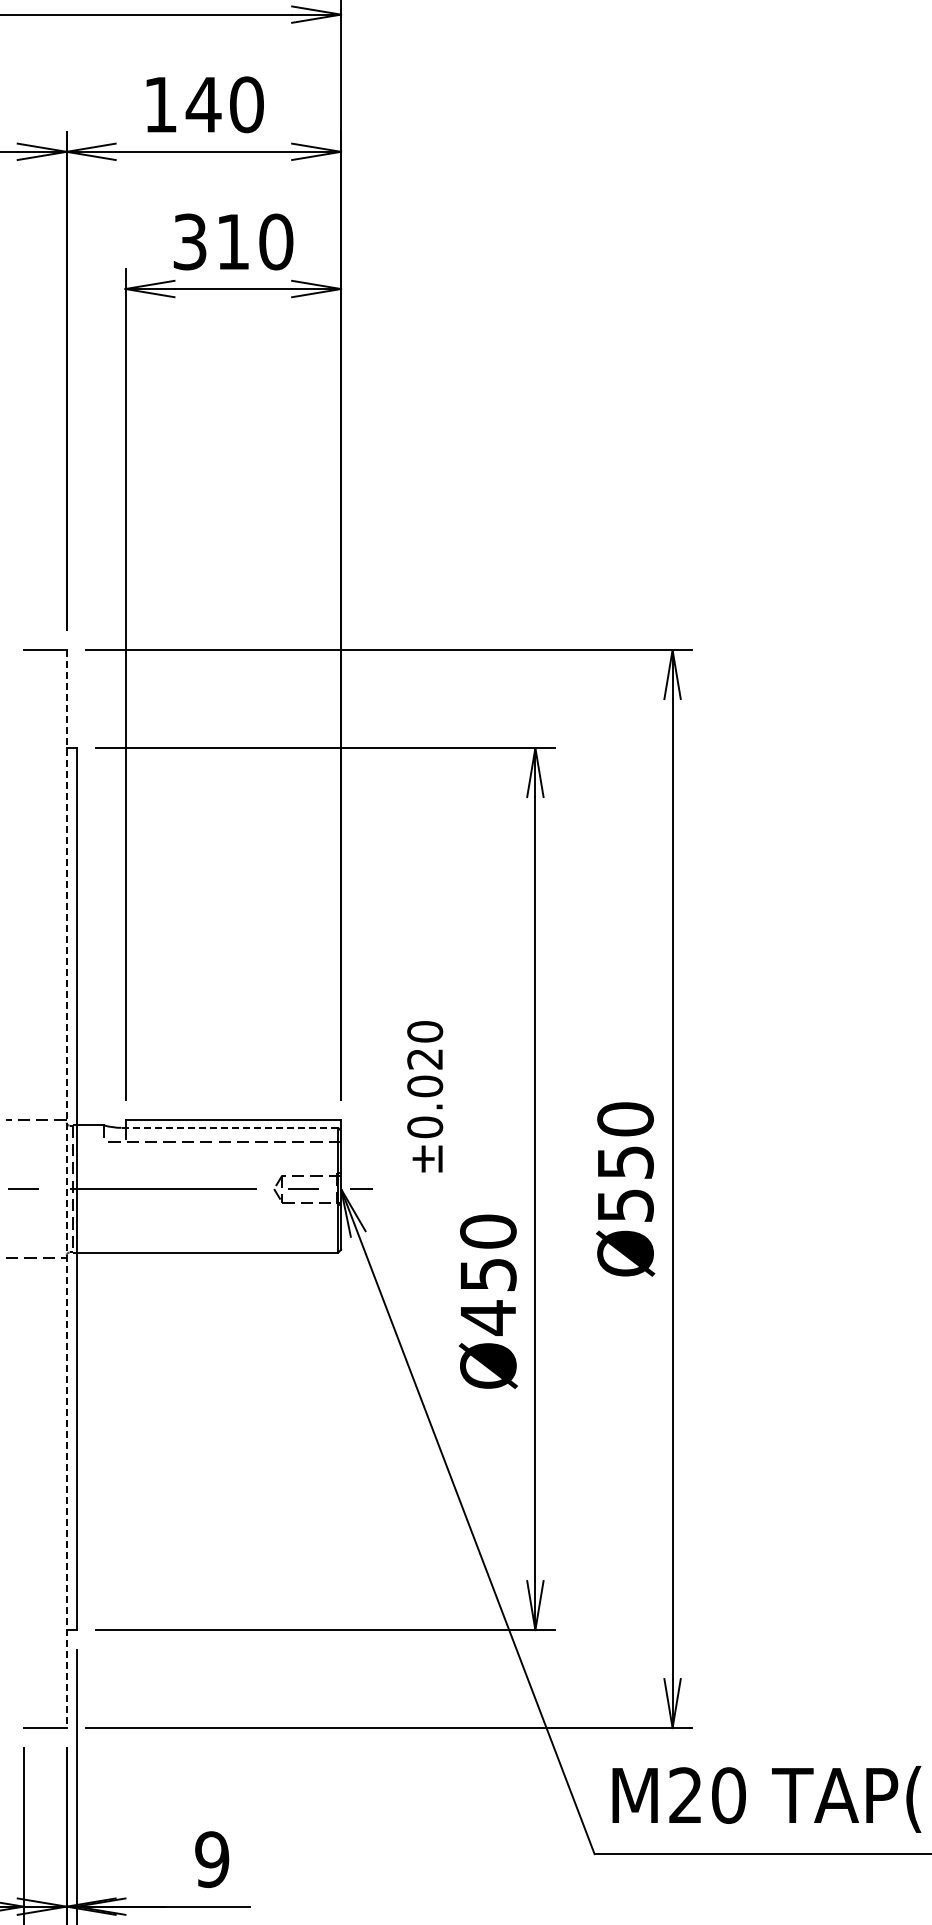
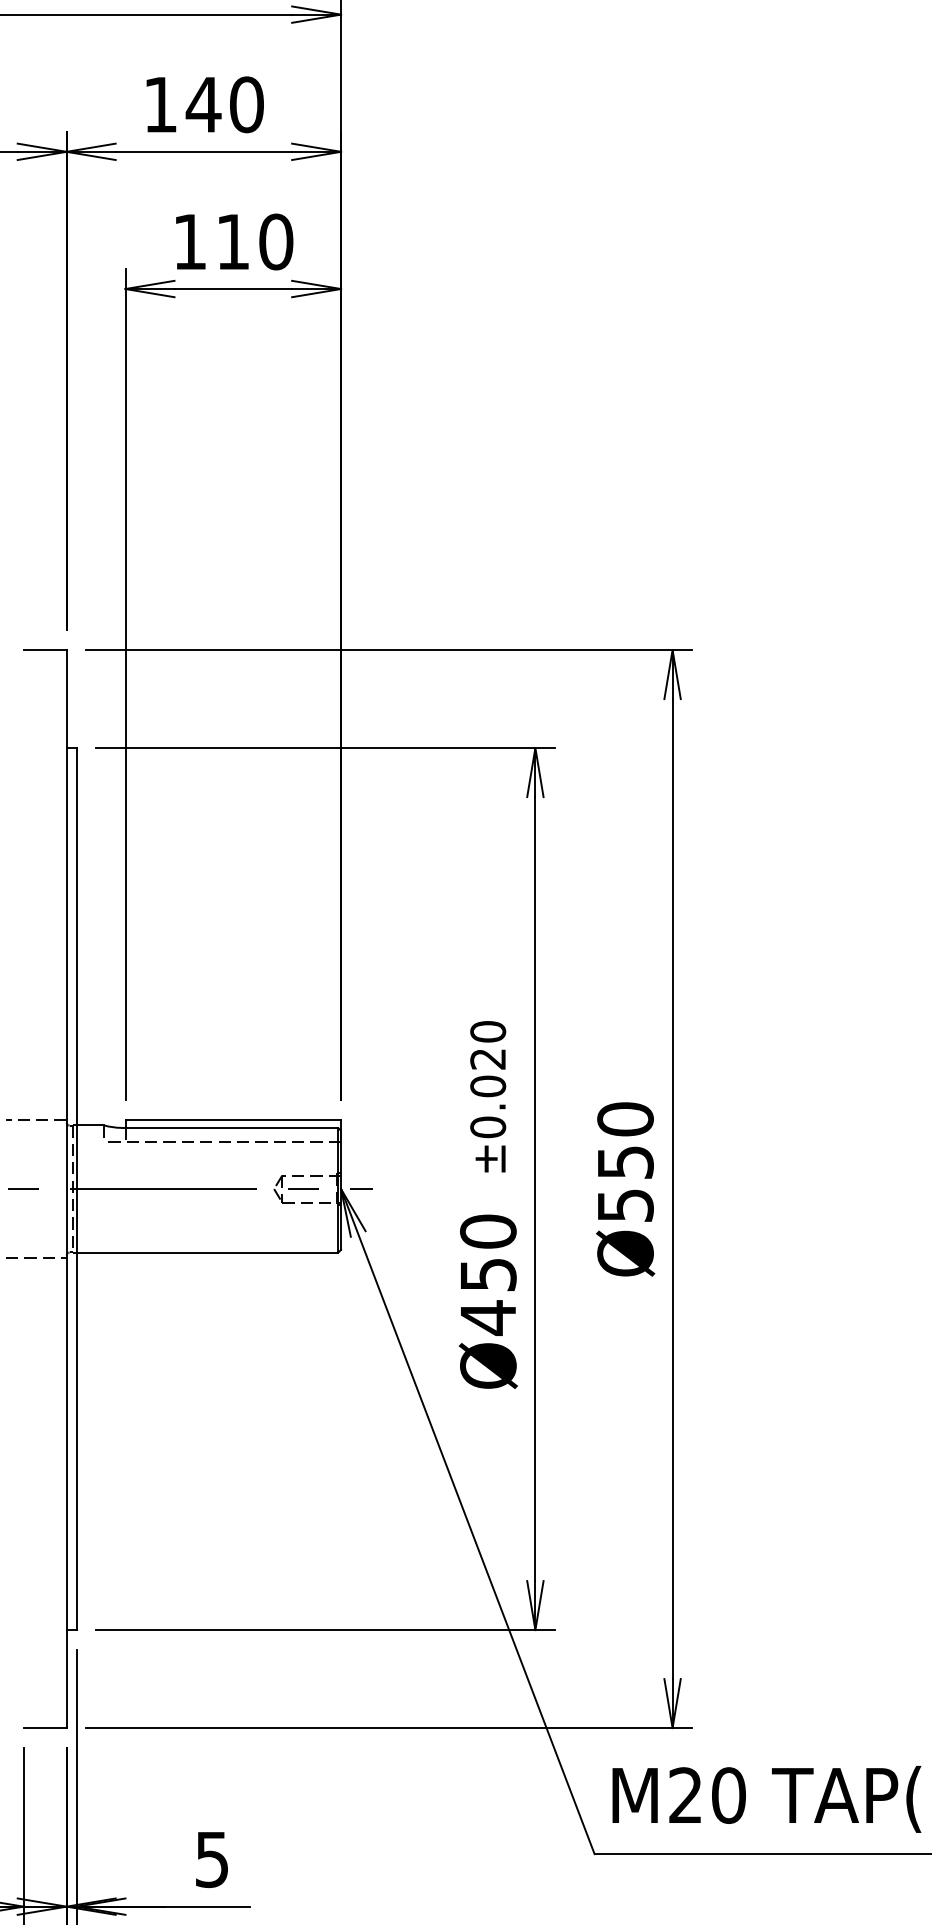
text at (189, 241): 310 -> 110
text at (425, 1096) position: (425, 1096) -> (488, 1096)
line at (229, 1127): dashed -> solid
line at (66, 1189): dashed -> solid
text at (212, 1859): 9 -> 5
